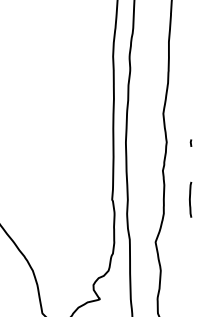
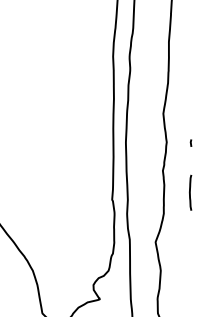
line at (190, 199) position: (190, 199) -> (190, 192)
